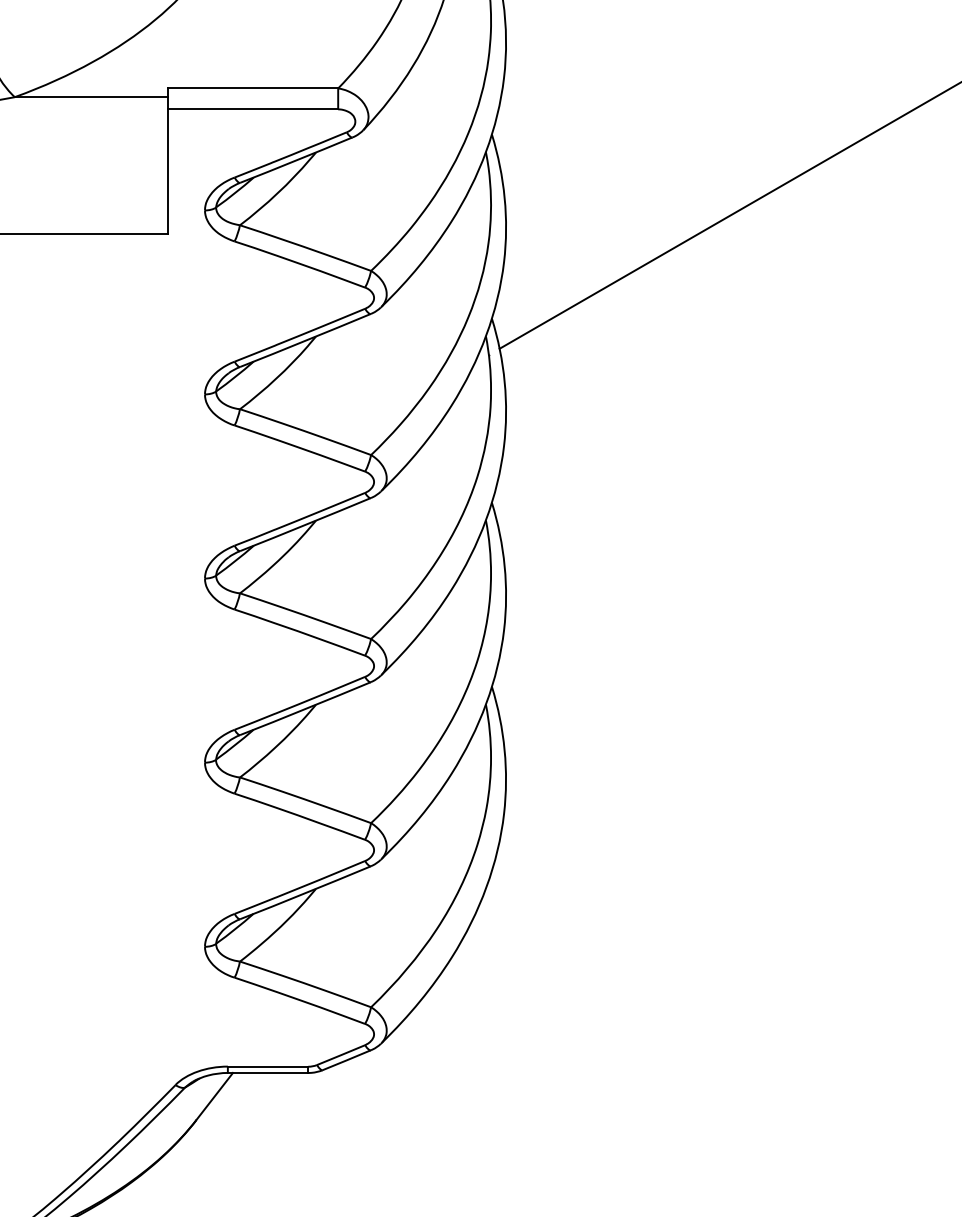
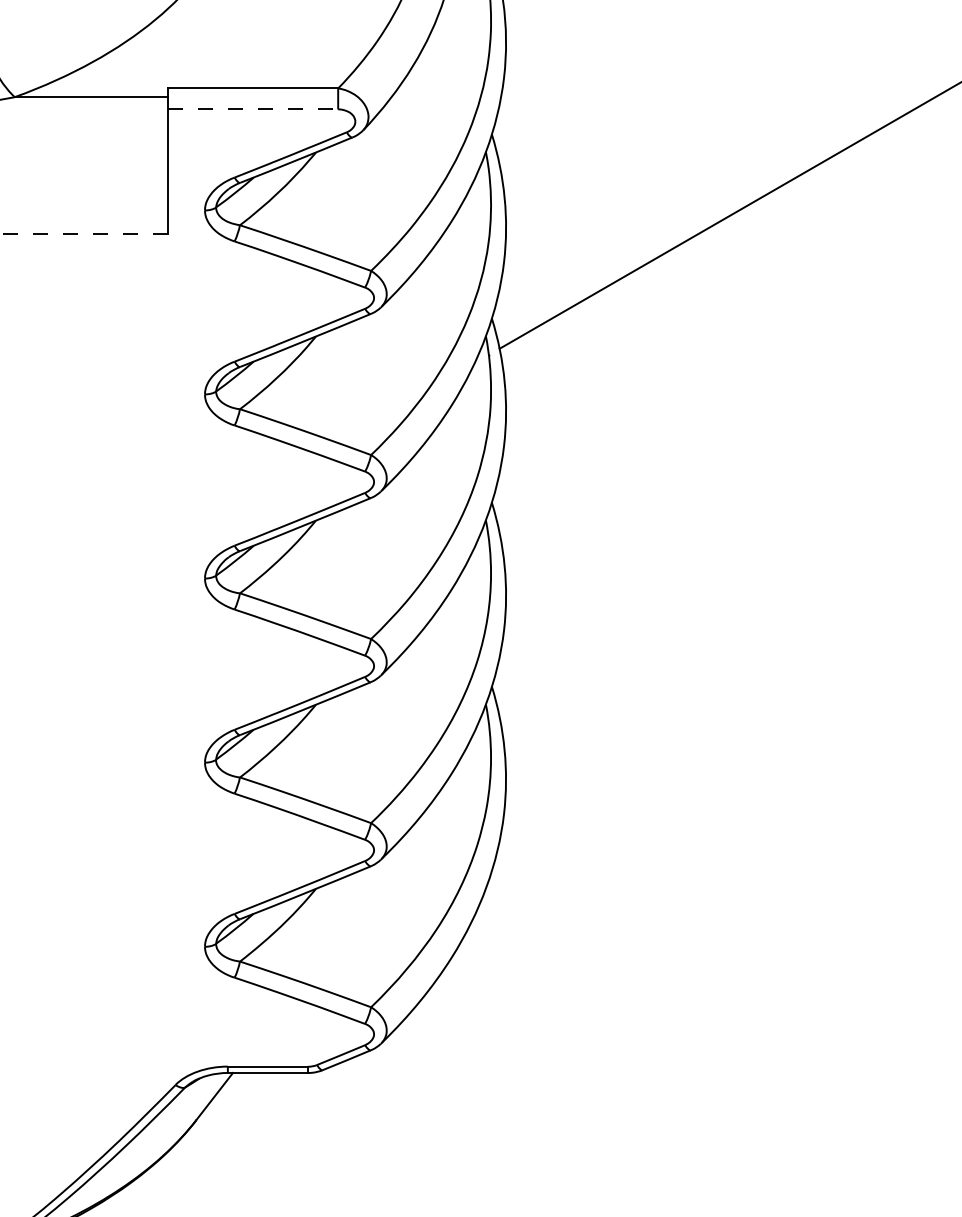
line at (253, 109): solid -> dashed
line at (84, 233): solid -> dashed
